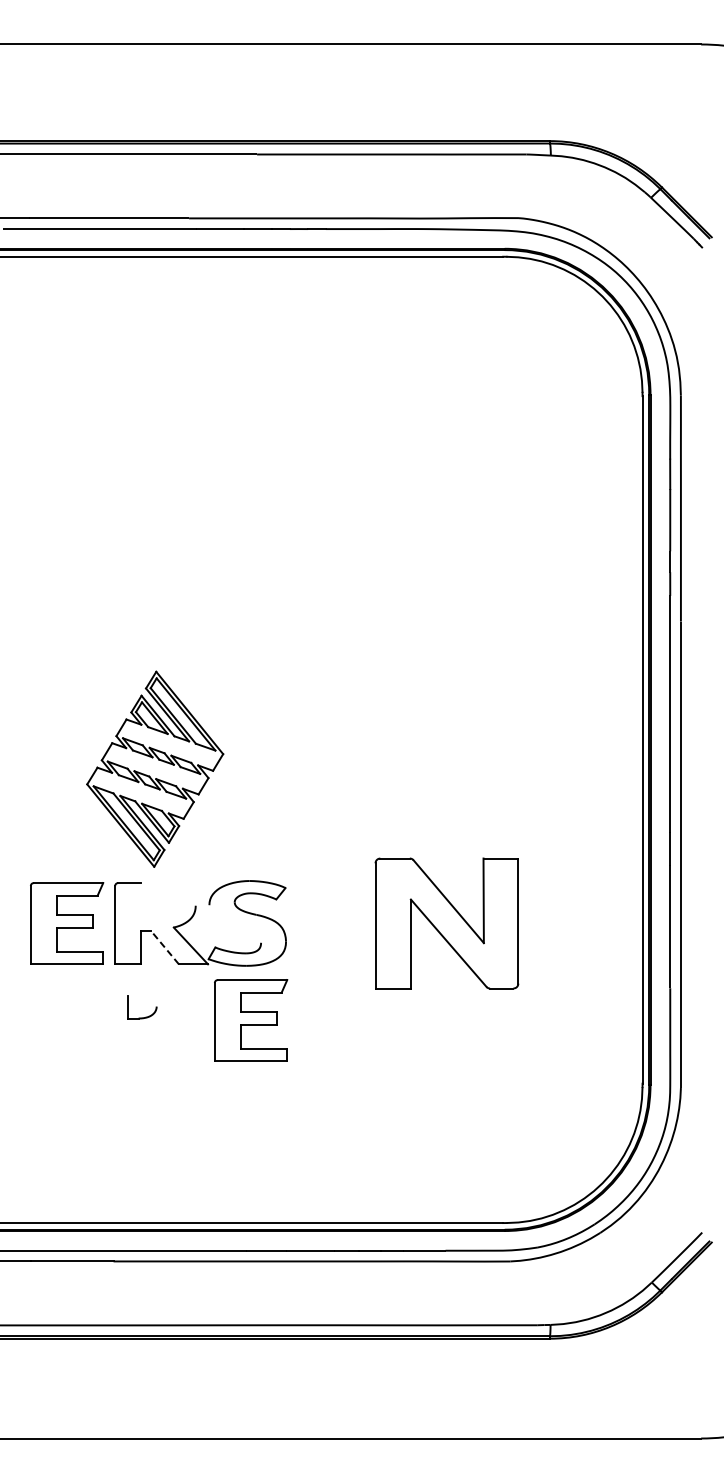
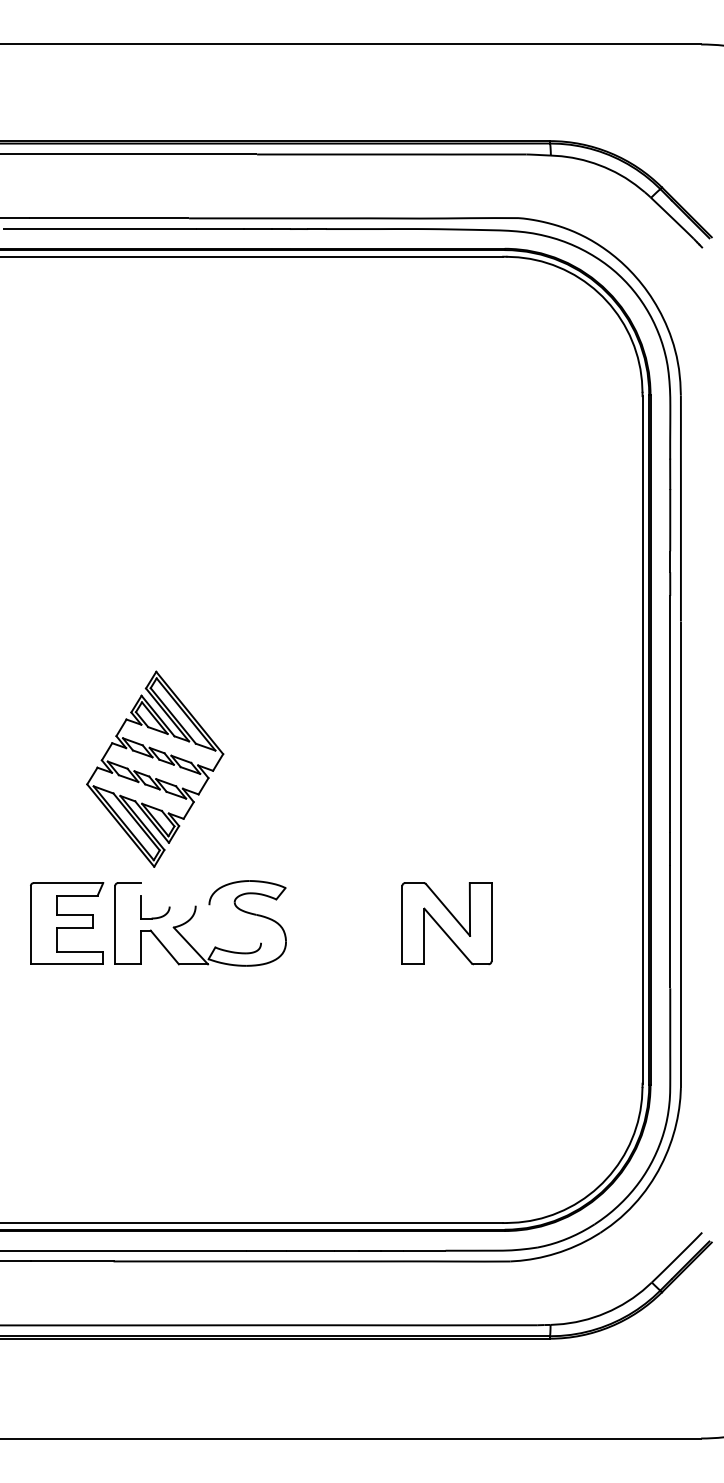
part at (446, 923) size: 146x133 px -> 92x84 px
line at (164, 947): dashed -> solid
part at (145, 1016) position: (145, 1016) -> (158, 916)
part at (251, 1020): present -> none
